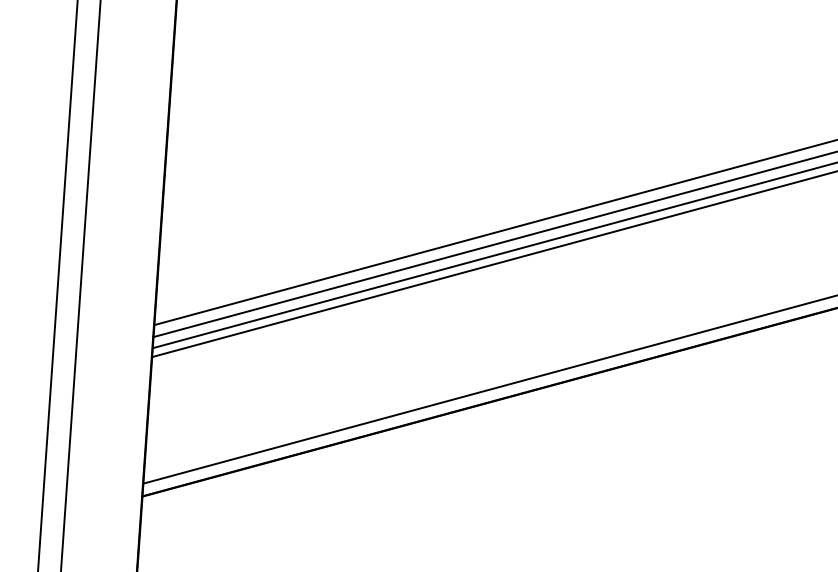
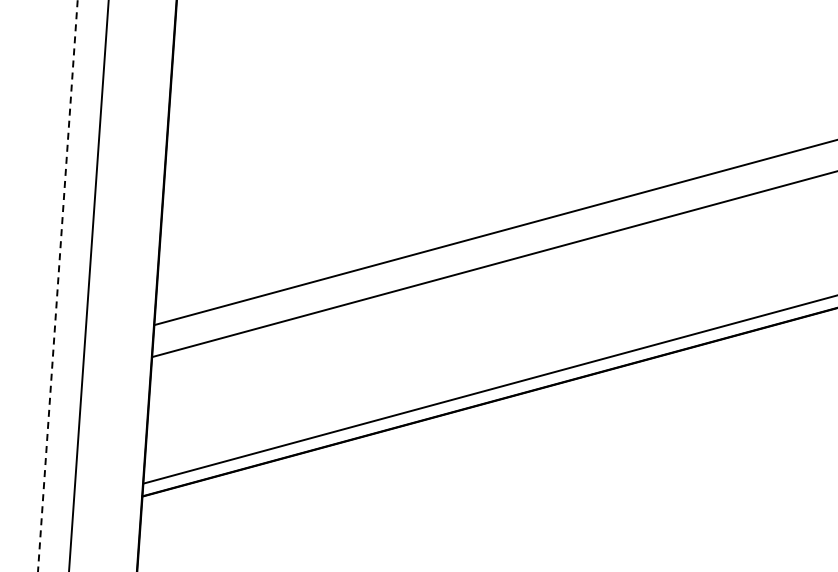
line at (493, 244): present -> none
line at (493, 255): present -> none
line at (57, 285): solid -> dashed
line at (80, 285) position: (80, 285) -> (88, 285)
